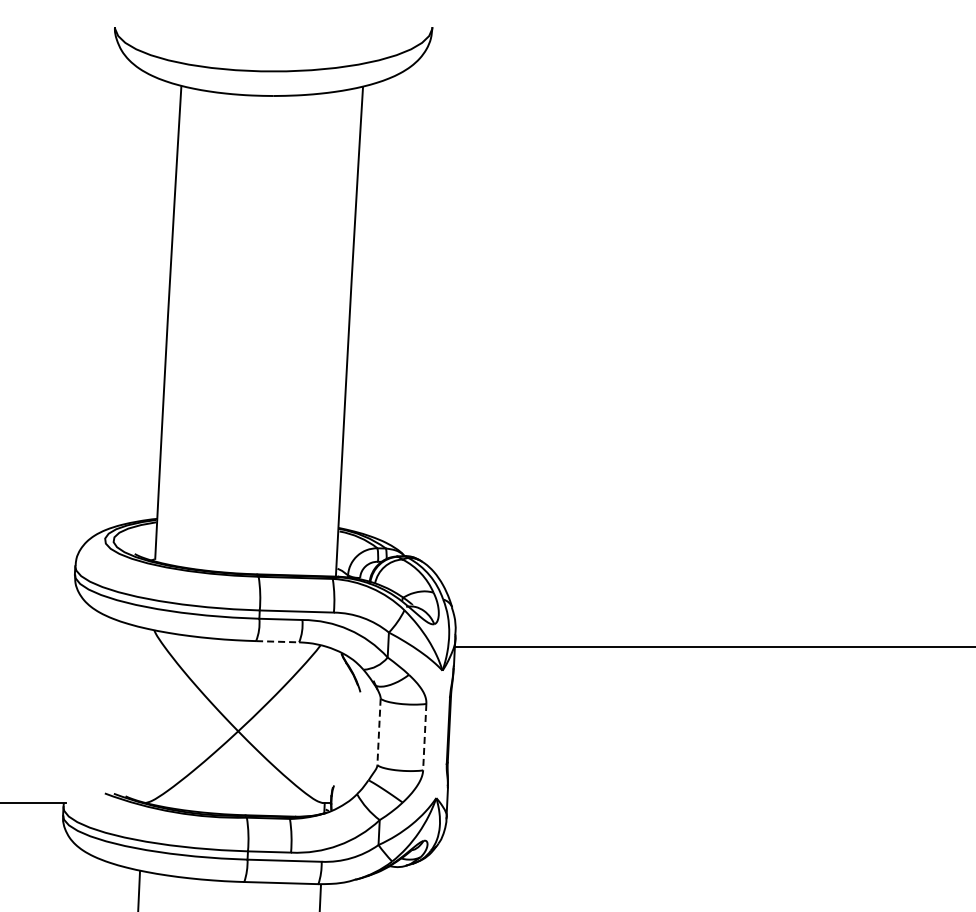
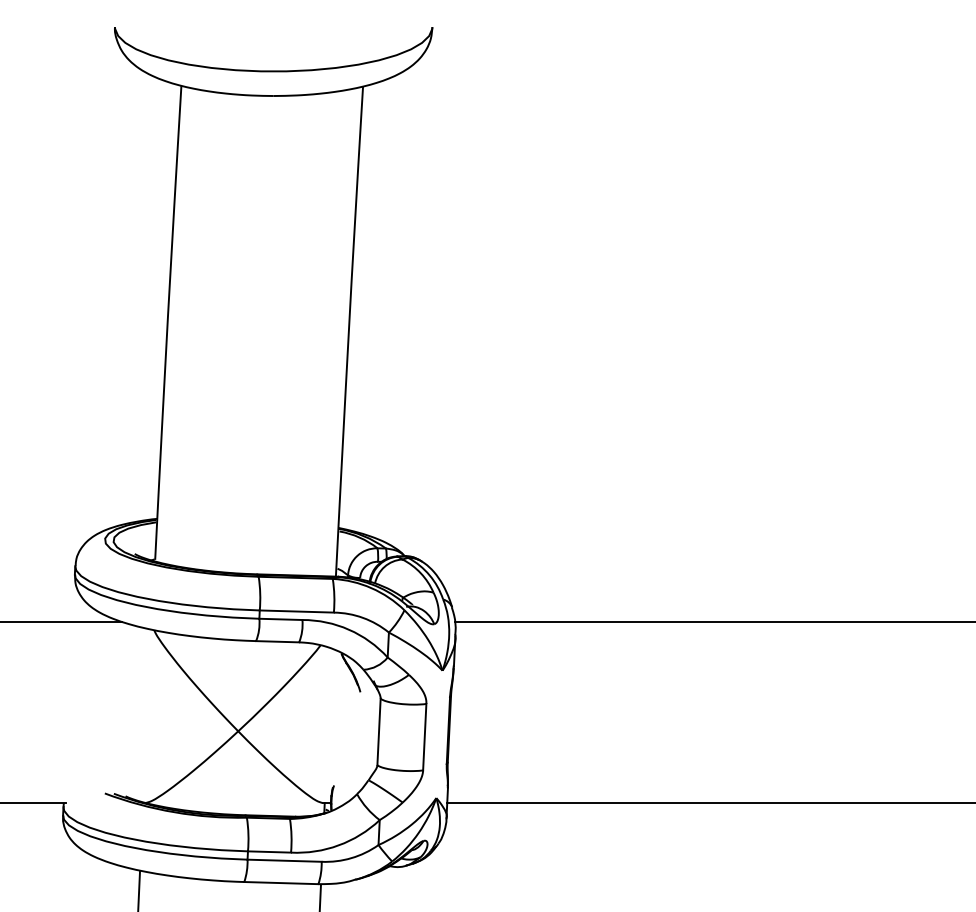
line at (62, 621): none -> present
line at (277, 641): dashed -> solid
line at (713, 646) position: (713, 646) -> (713, 621)
line at (379, 732): dashed -> solid
line at (424, 737): dashed -> solid
line at (709, 803): none -> present
